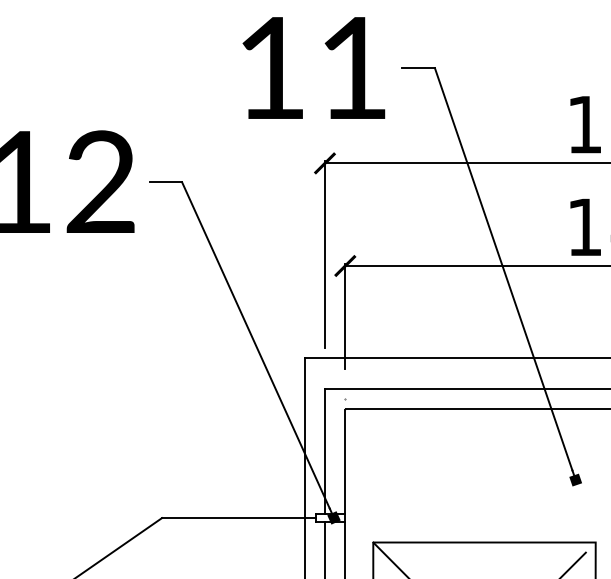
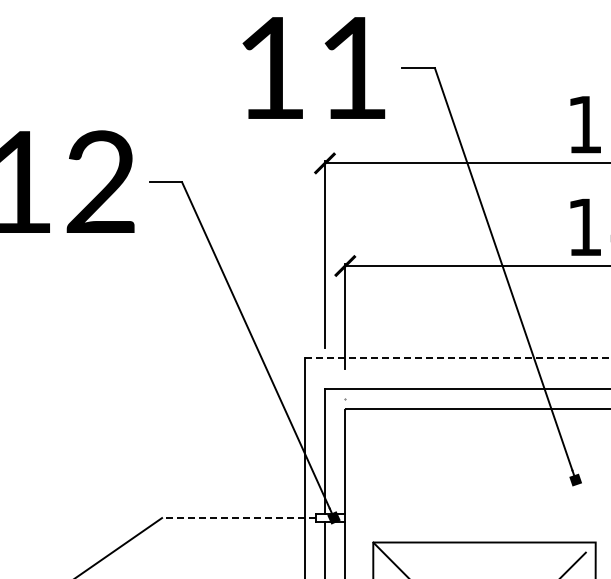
line at (457, 358): solid -> dashed
line at (238, 518): solid -> dashed
